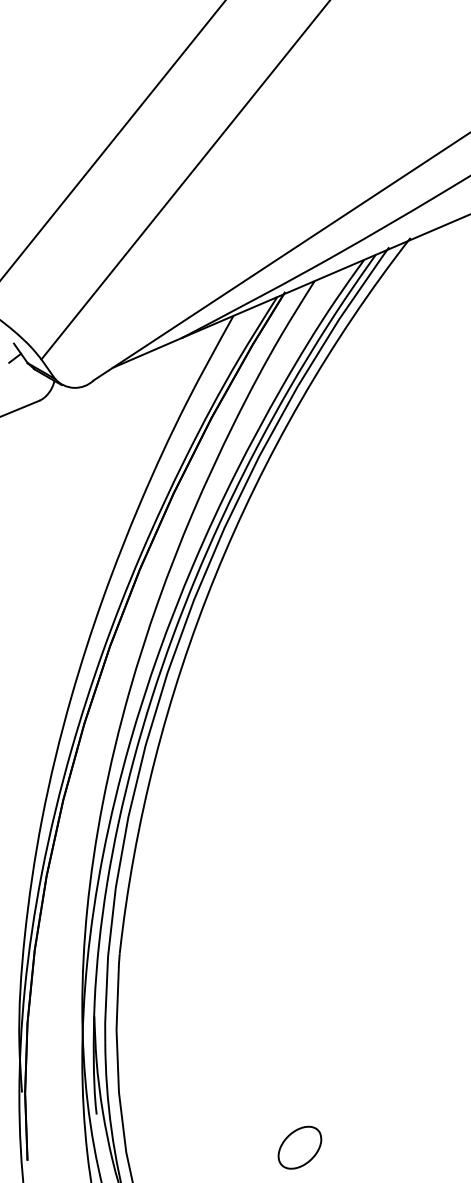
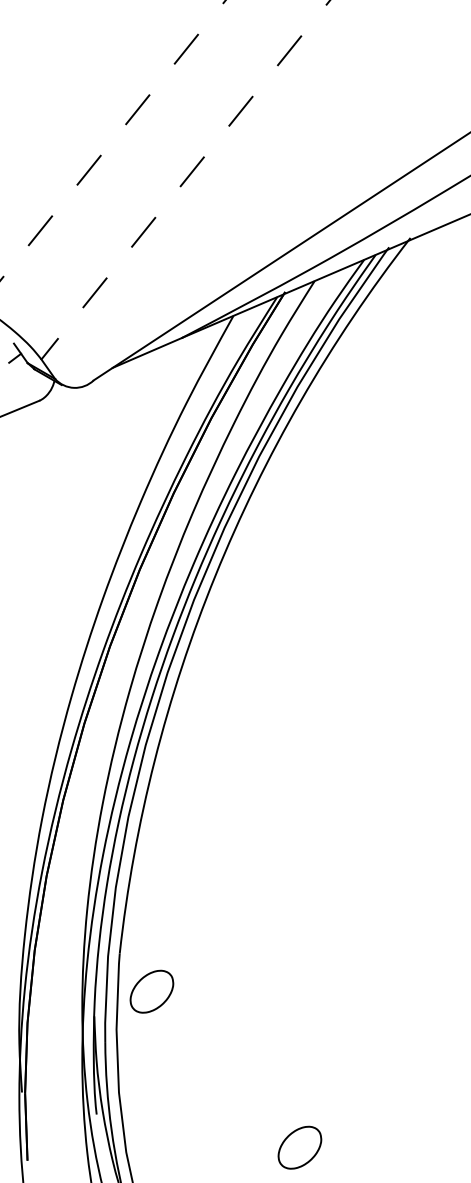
line at (113, 140): solid -> dashed
line at (185, 180): solid -> dashed
part at (151, 991): none -> present
